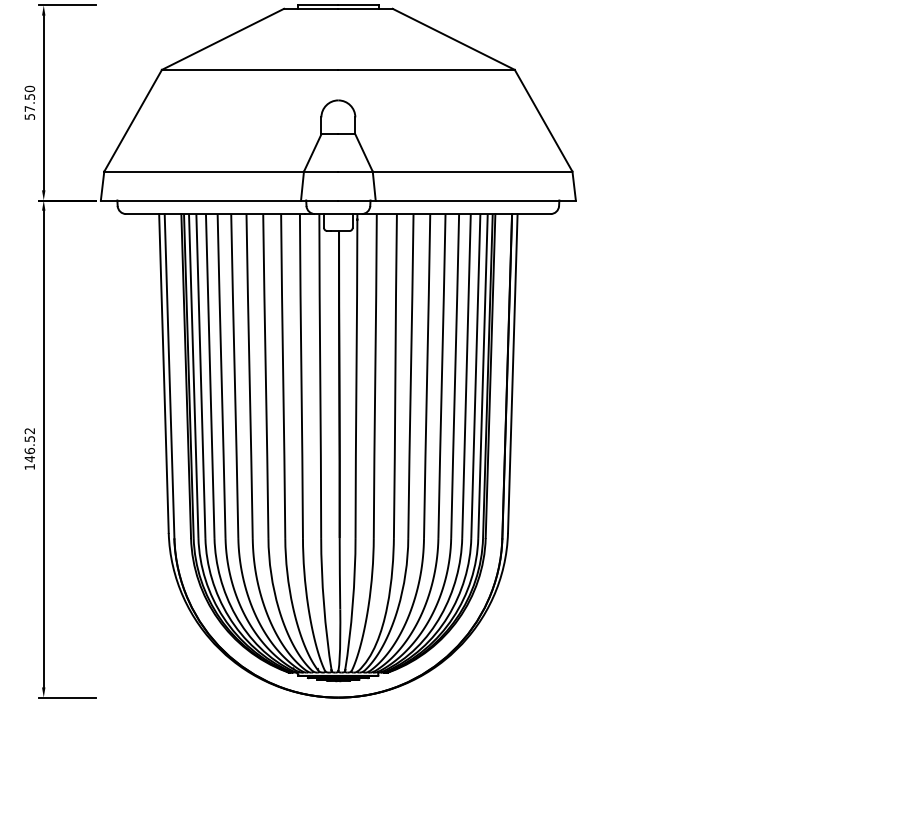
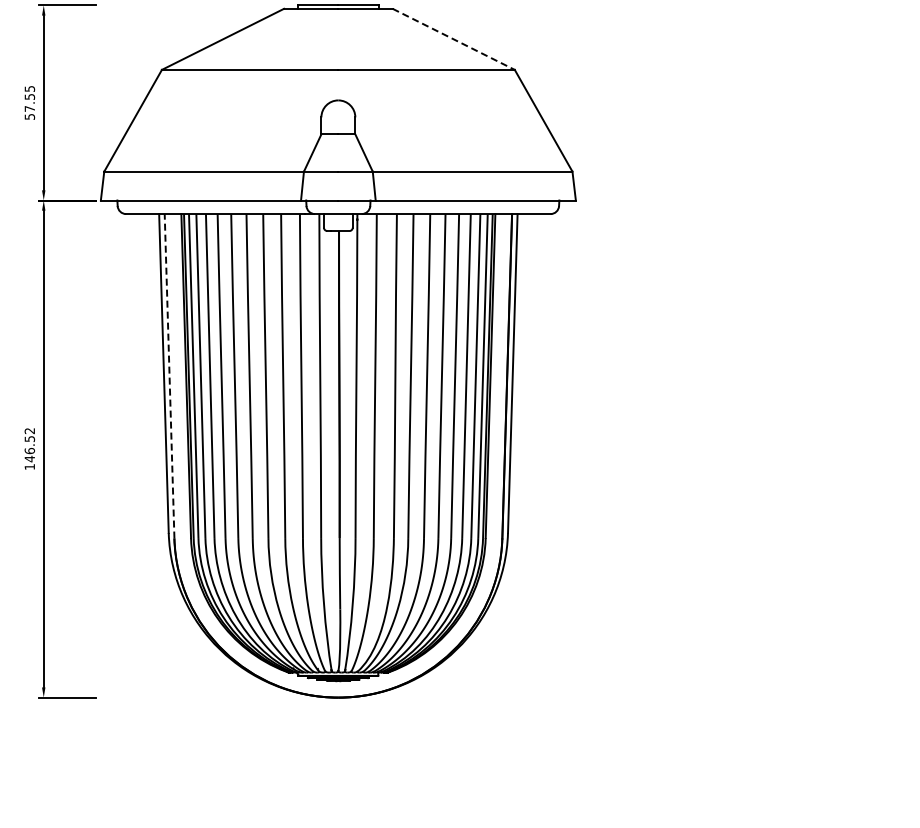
line at (454, 39): solid -> dashed
text at (29, 88): 57.50 -> 57.55
line at (169, 375): solid -> dashed
